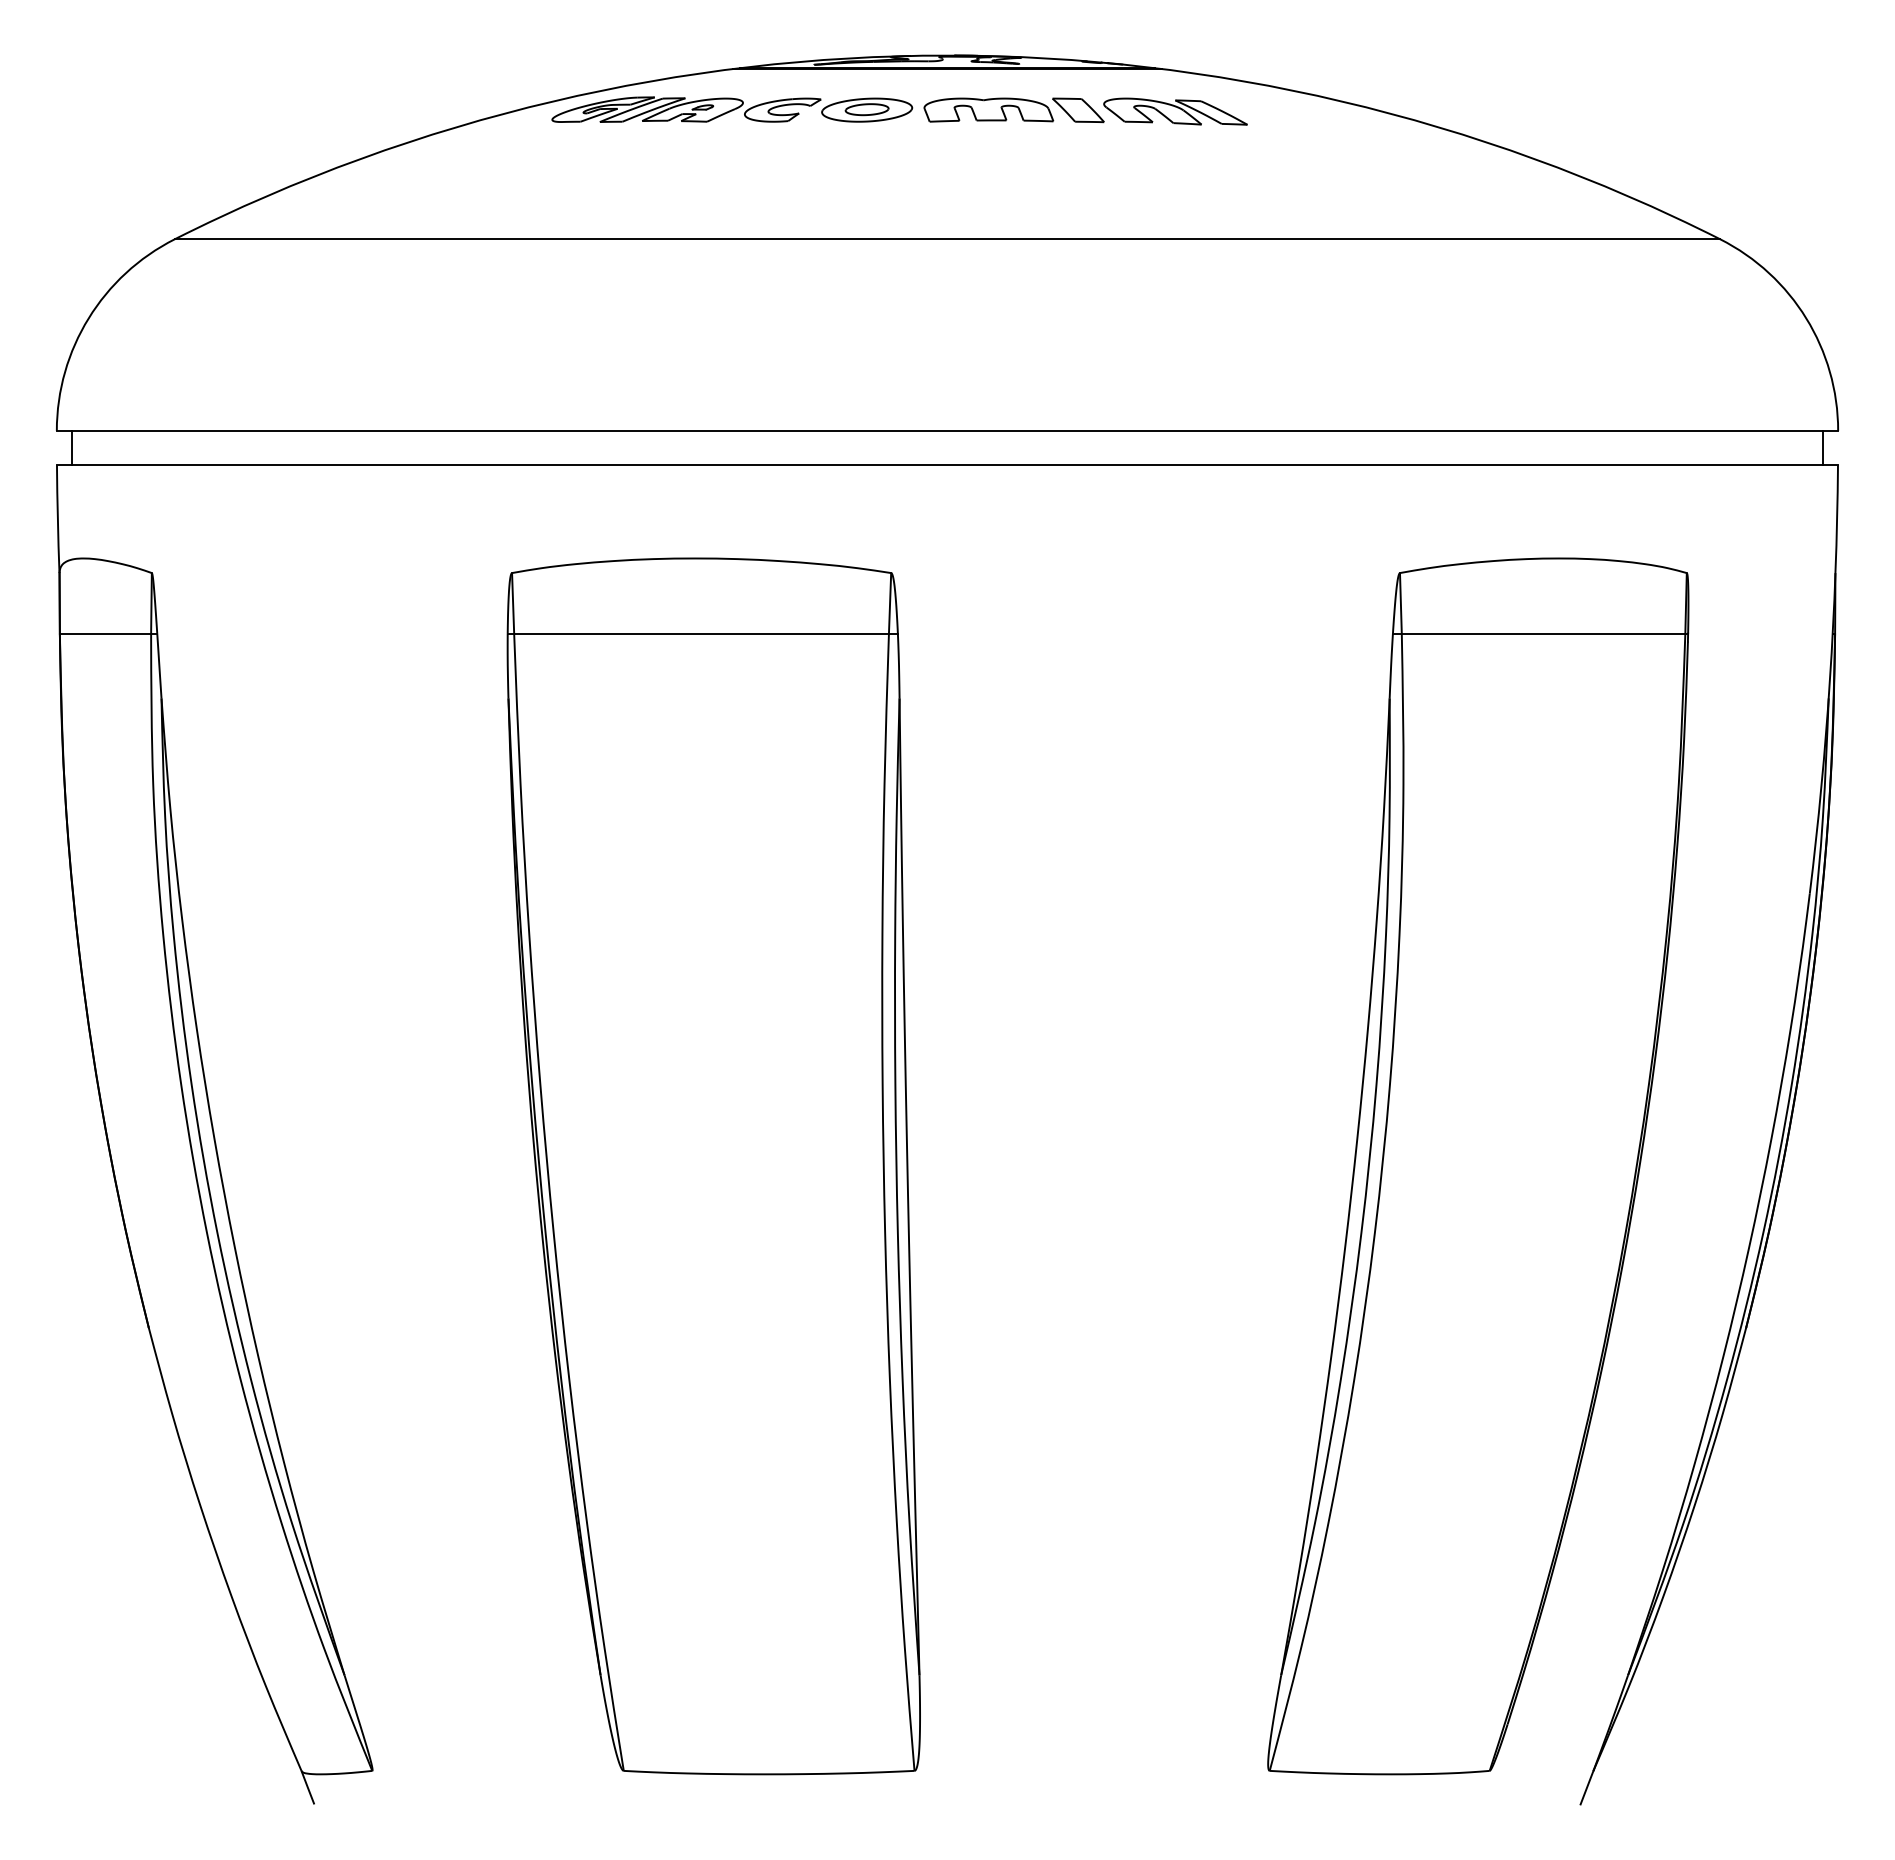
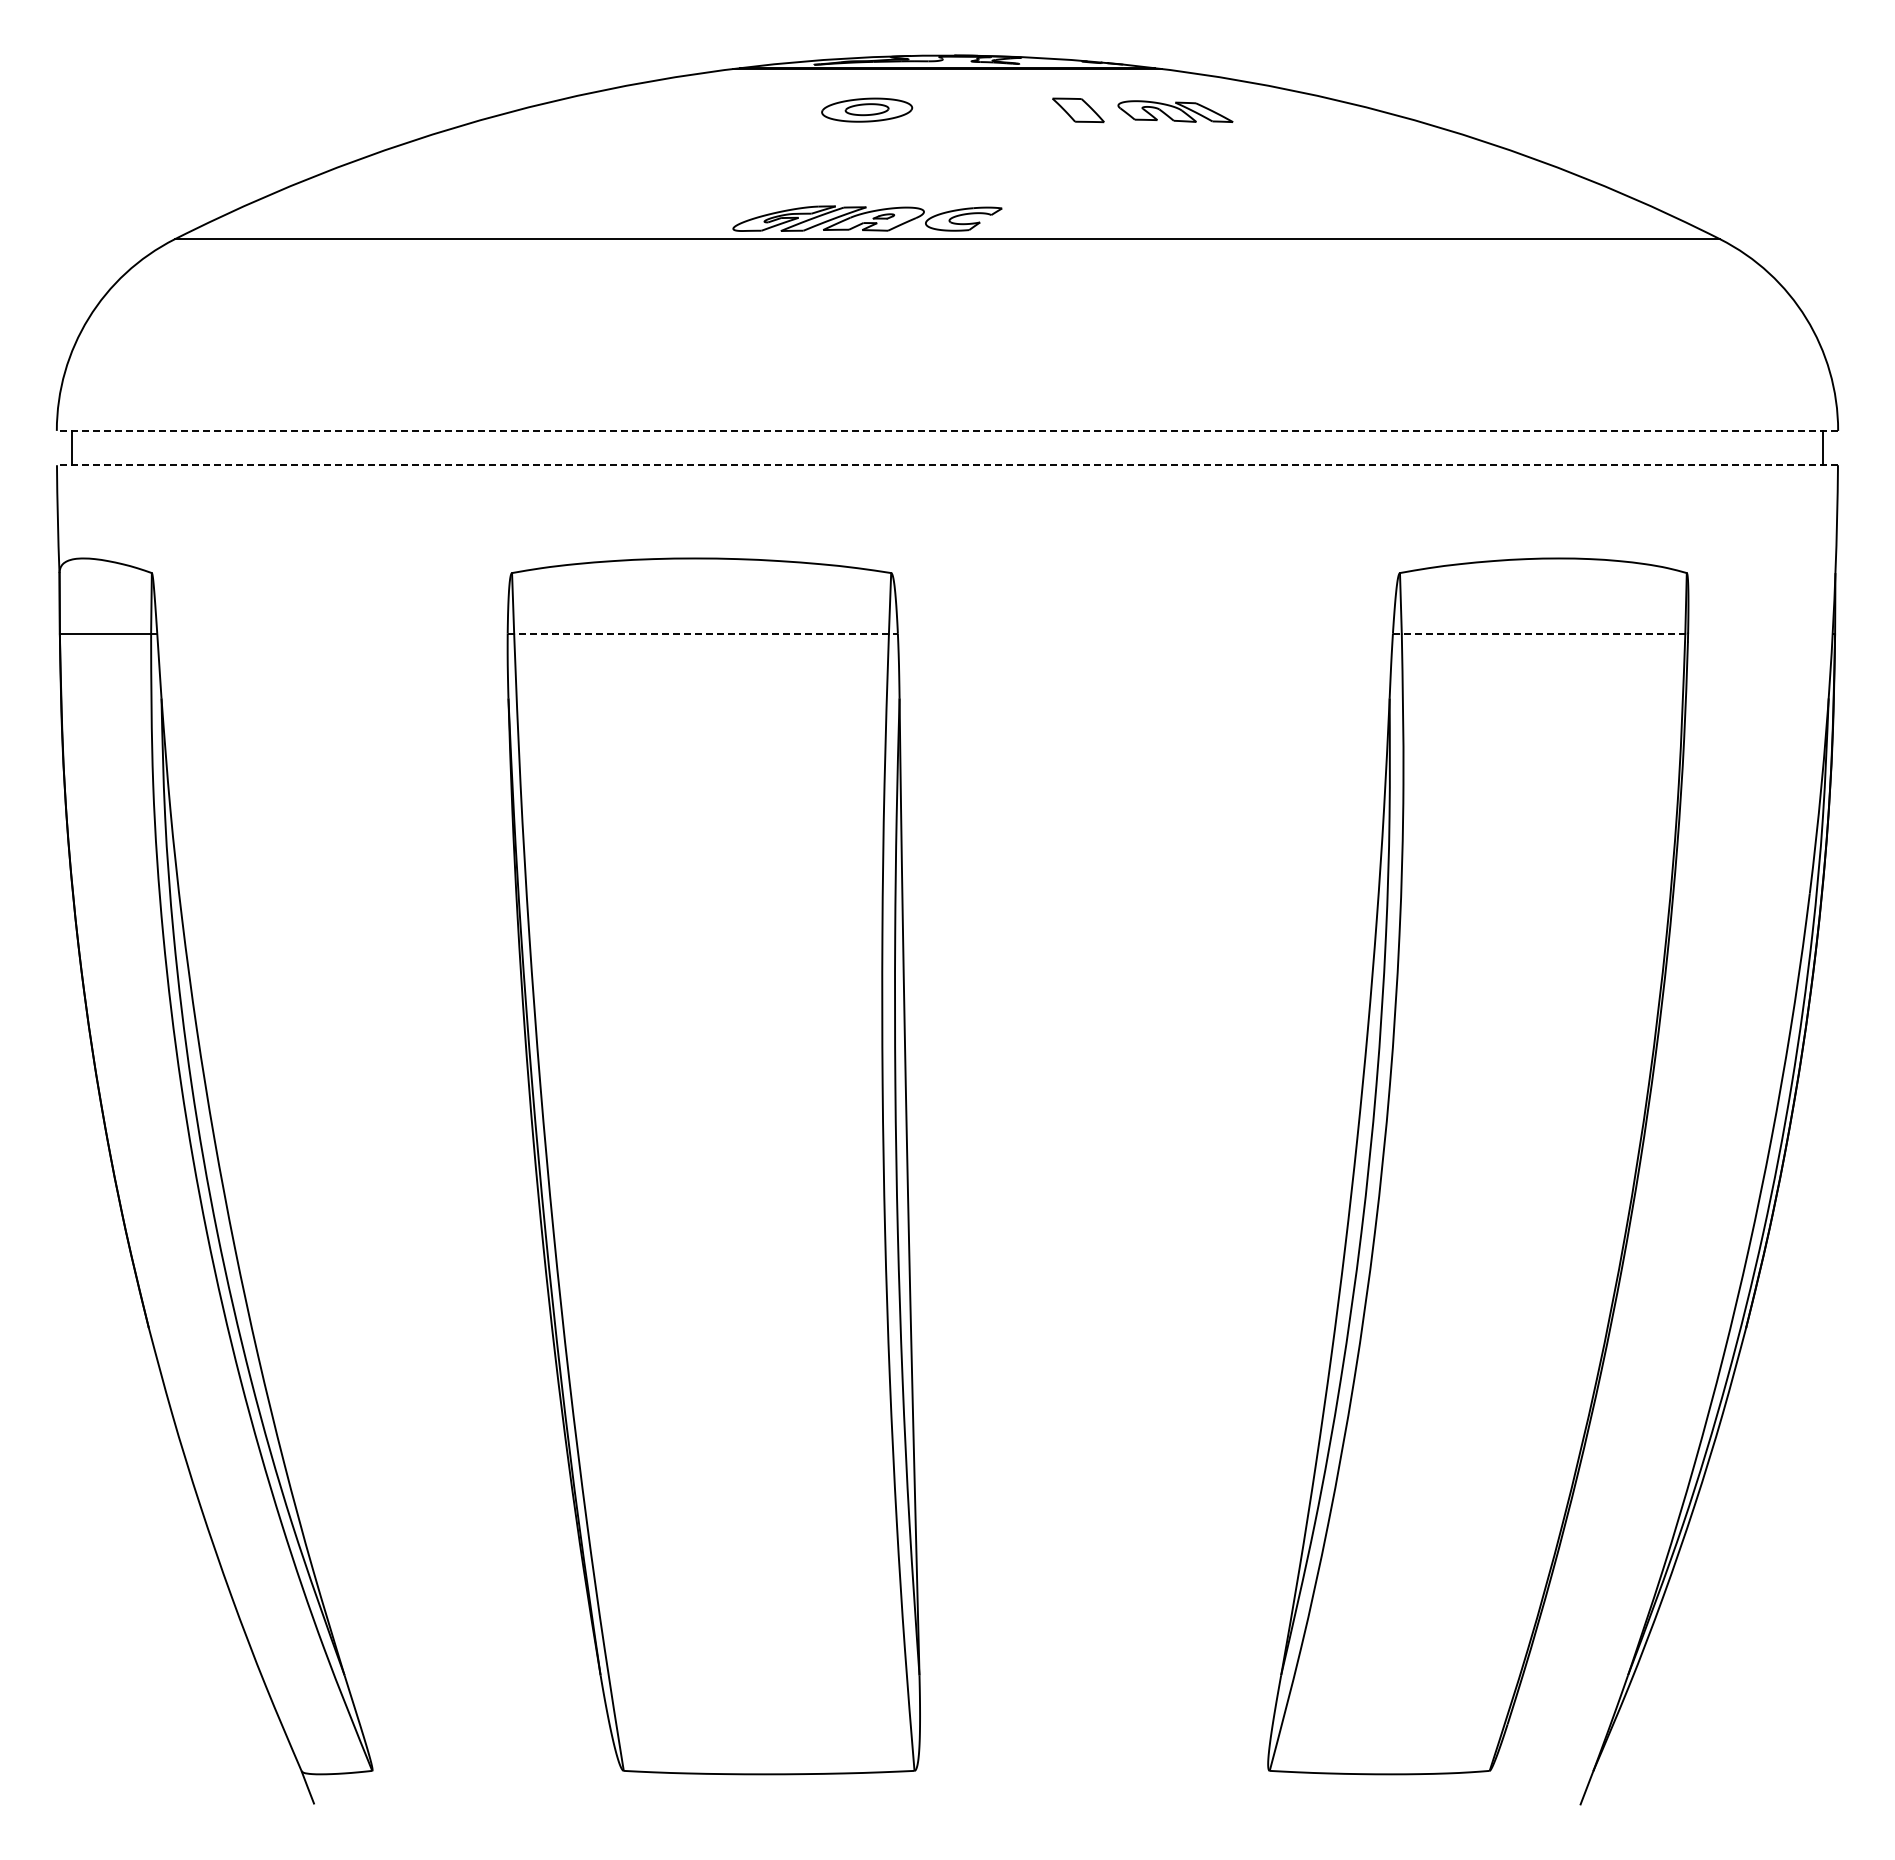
part at (686, 109) position: (686, 109) -> (867, 218)
part at (988, 109): present -> none
part at (1175, 111) size: 145x29 px -> 117x23 px
line at (947, 430): solid -> dashed
line at (946, 465): solid -> dashed
line at (703, 633): solid -> dashed
line at (1540, 633): solid -> dashed
